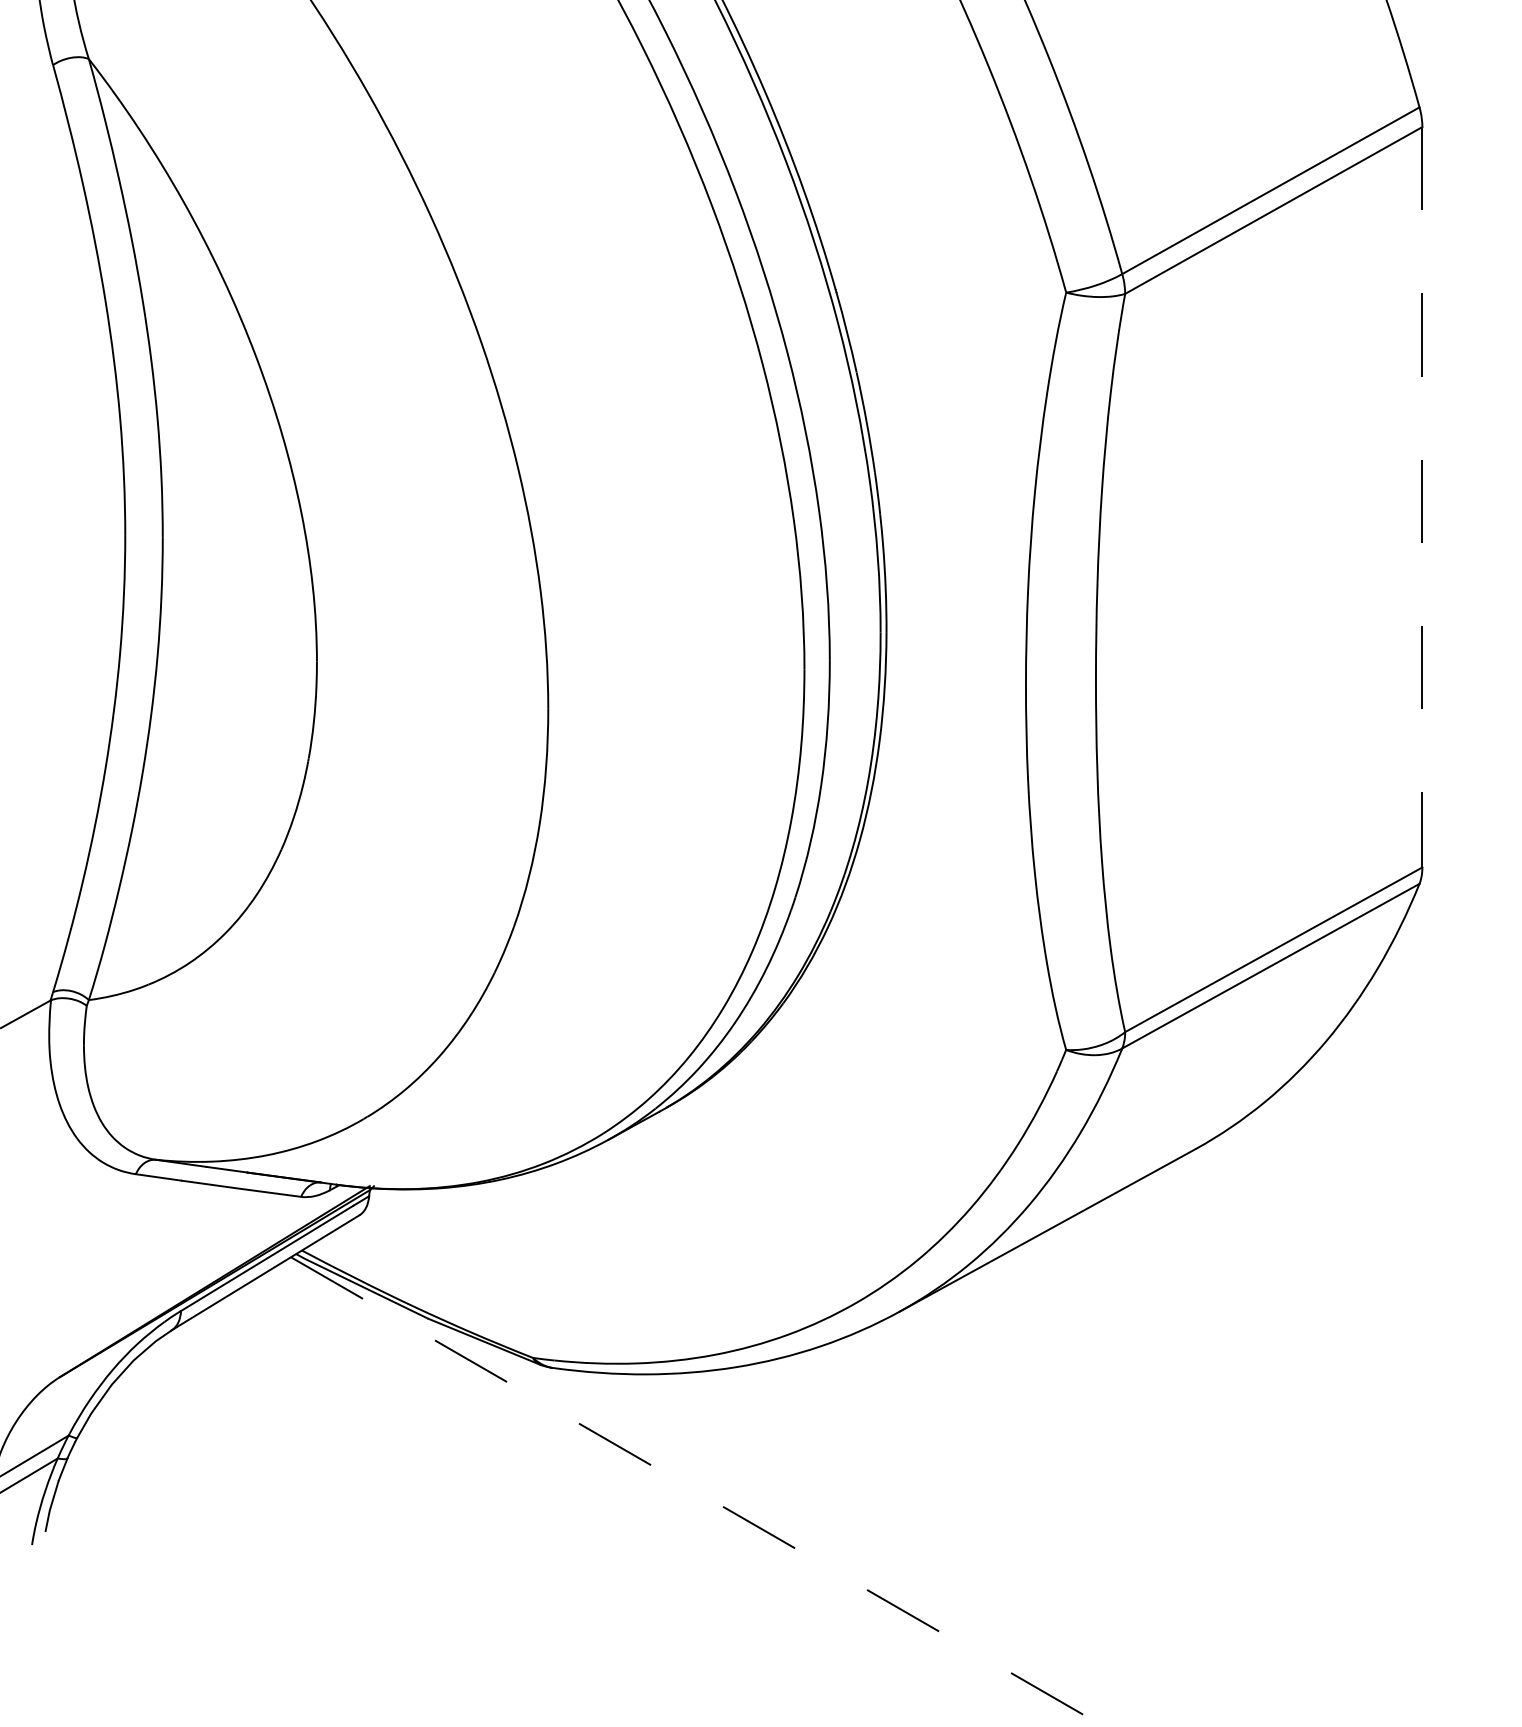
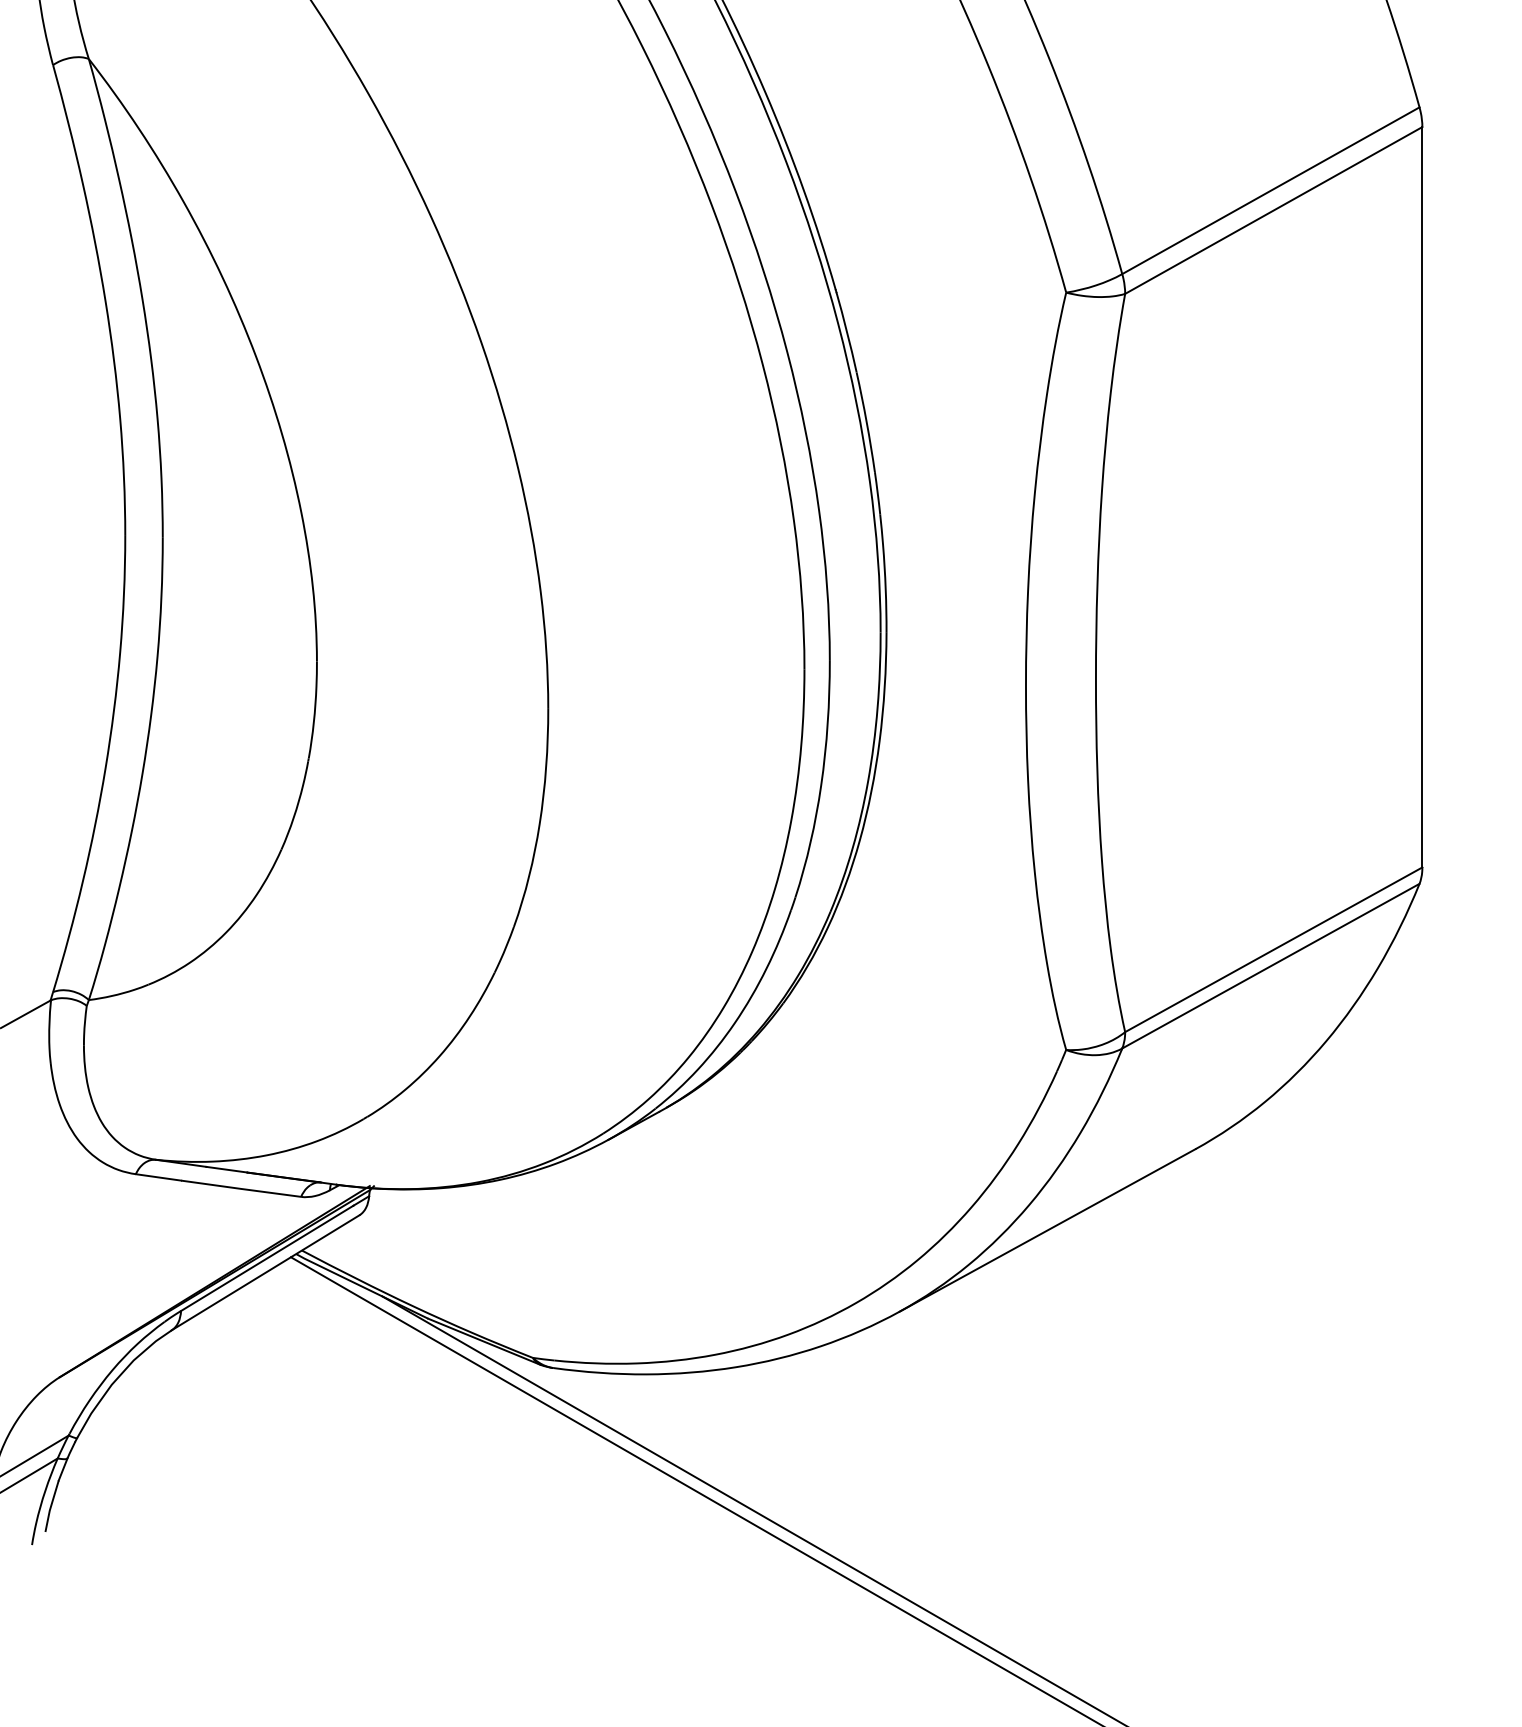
line at (1422, 497): dashed -> solid
line at (698, 1492): dashed -> solid
line at (752, 1509): none -> present
